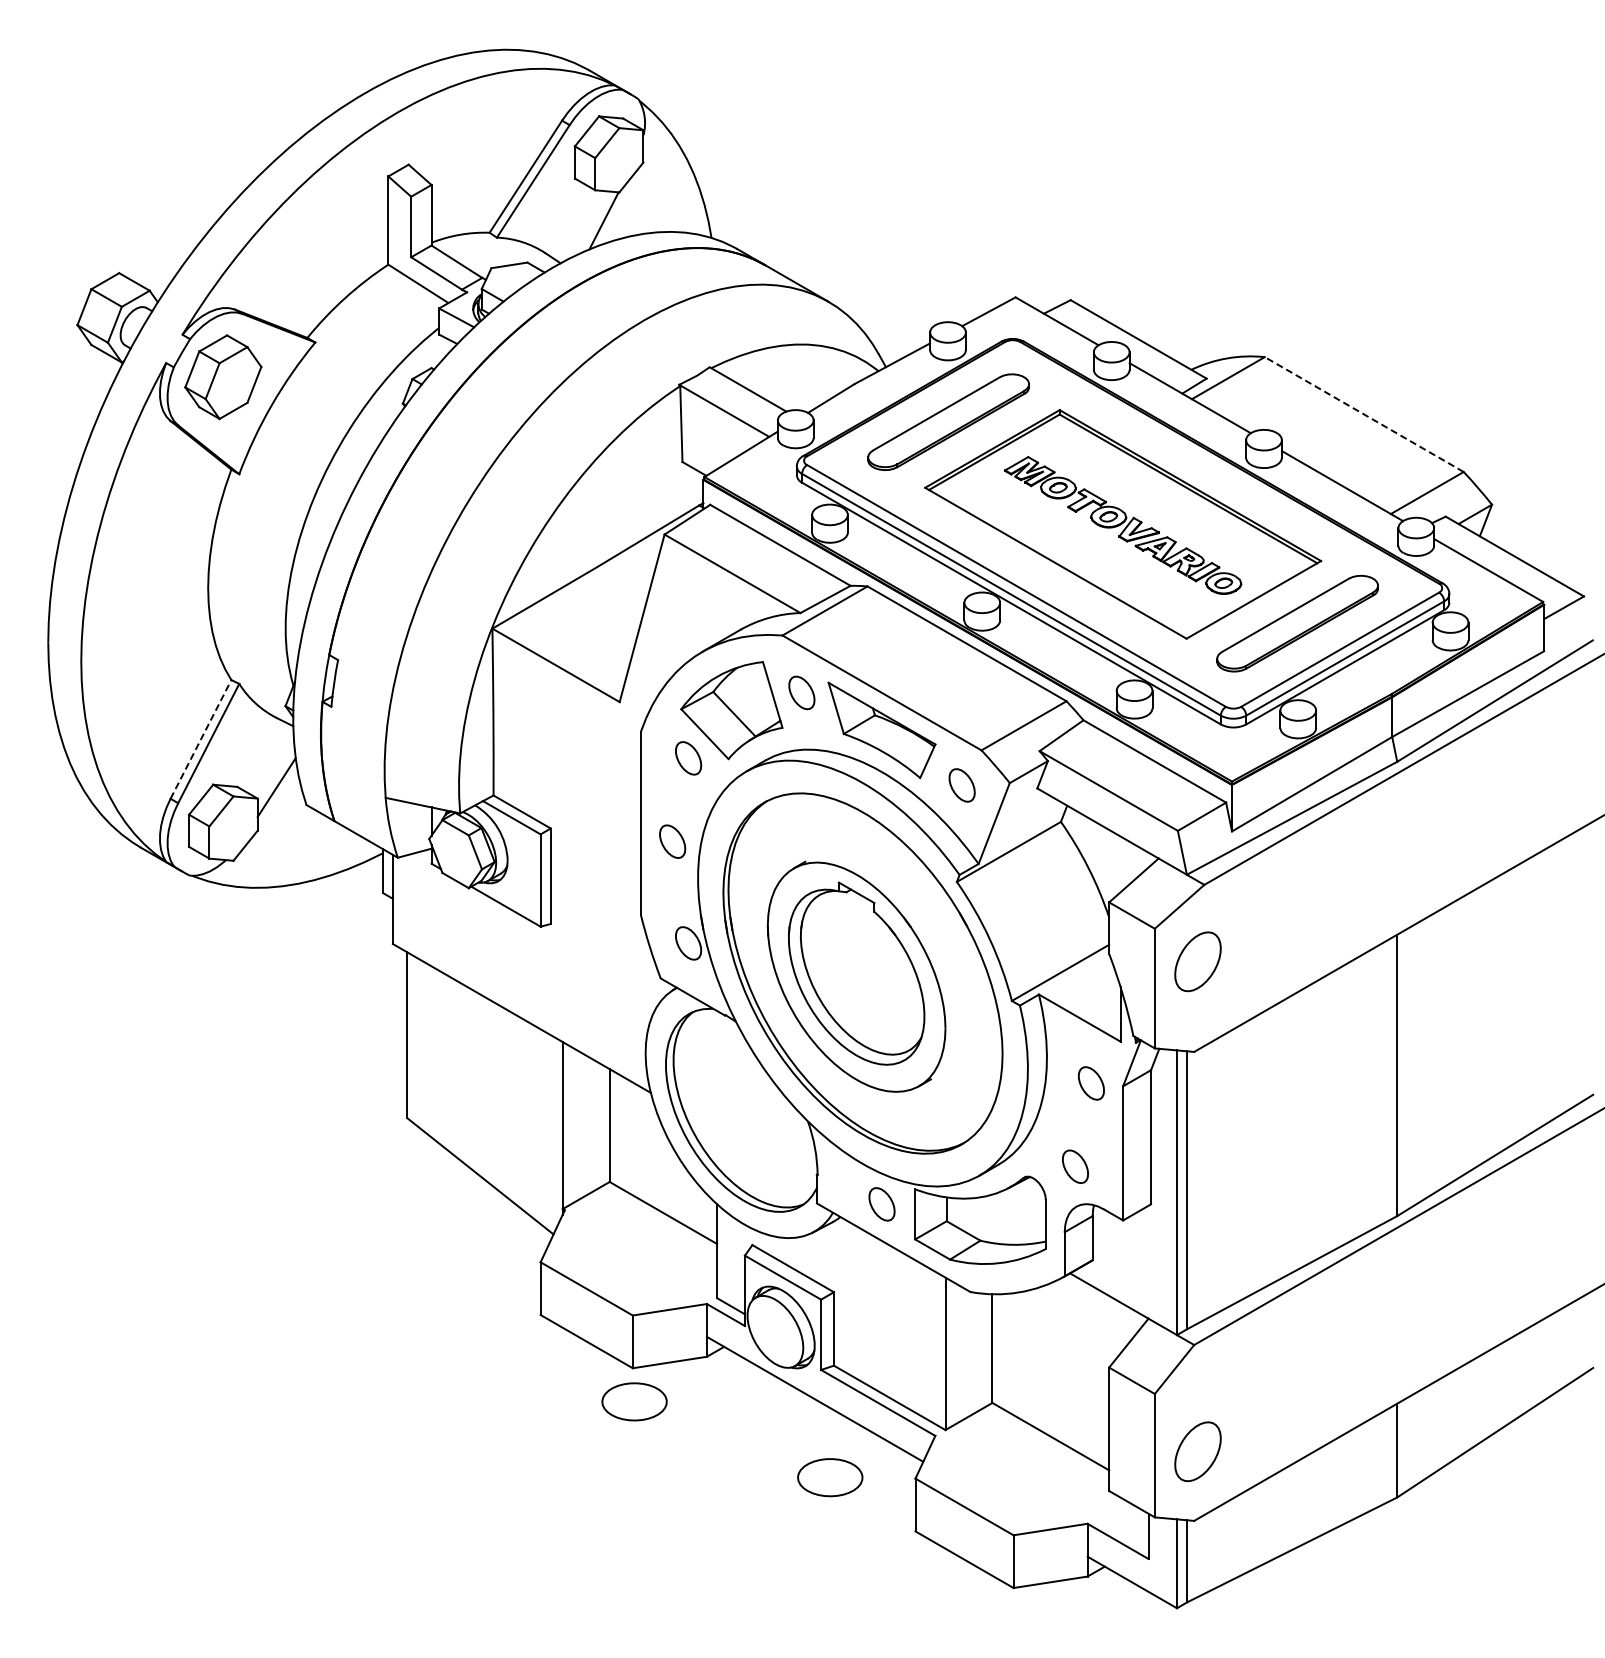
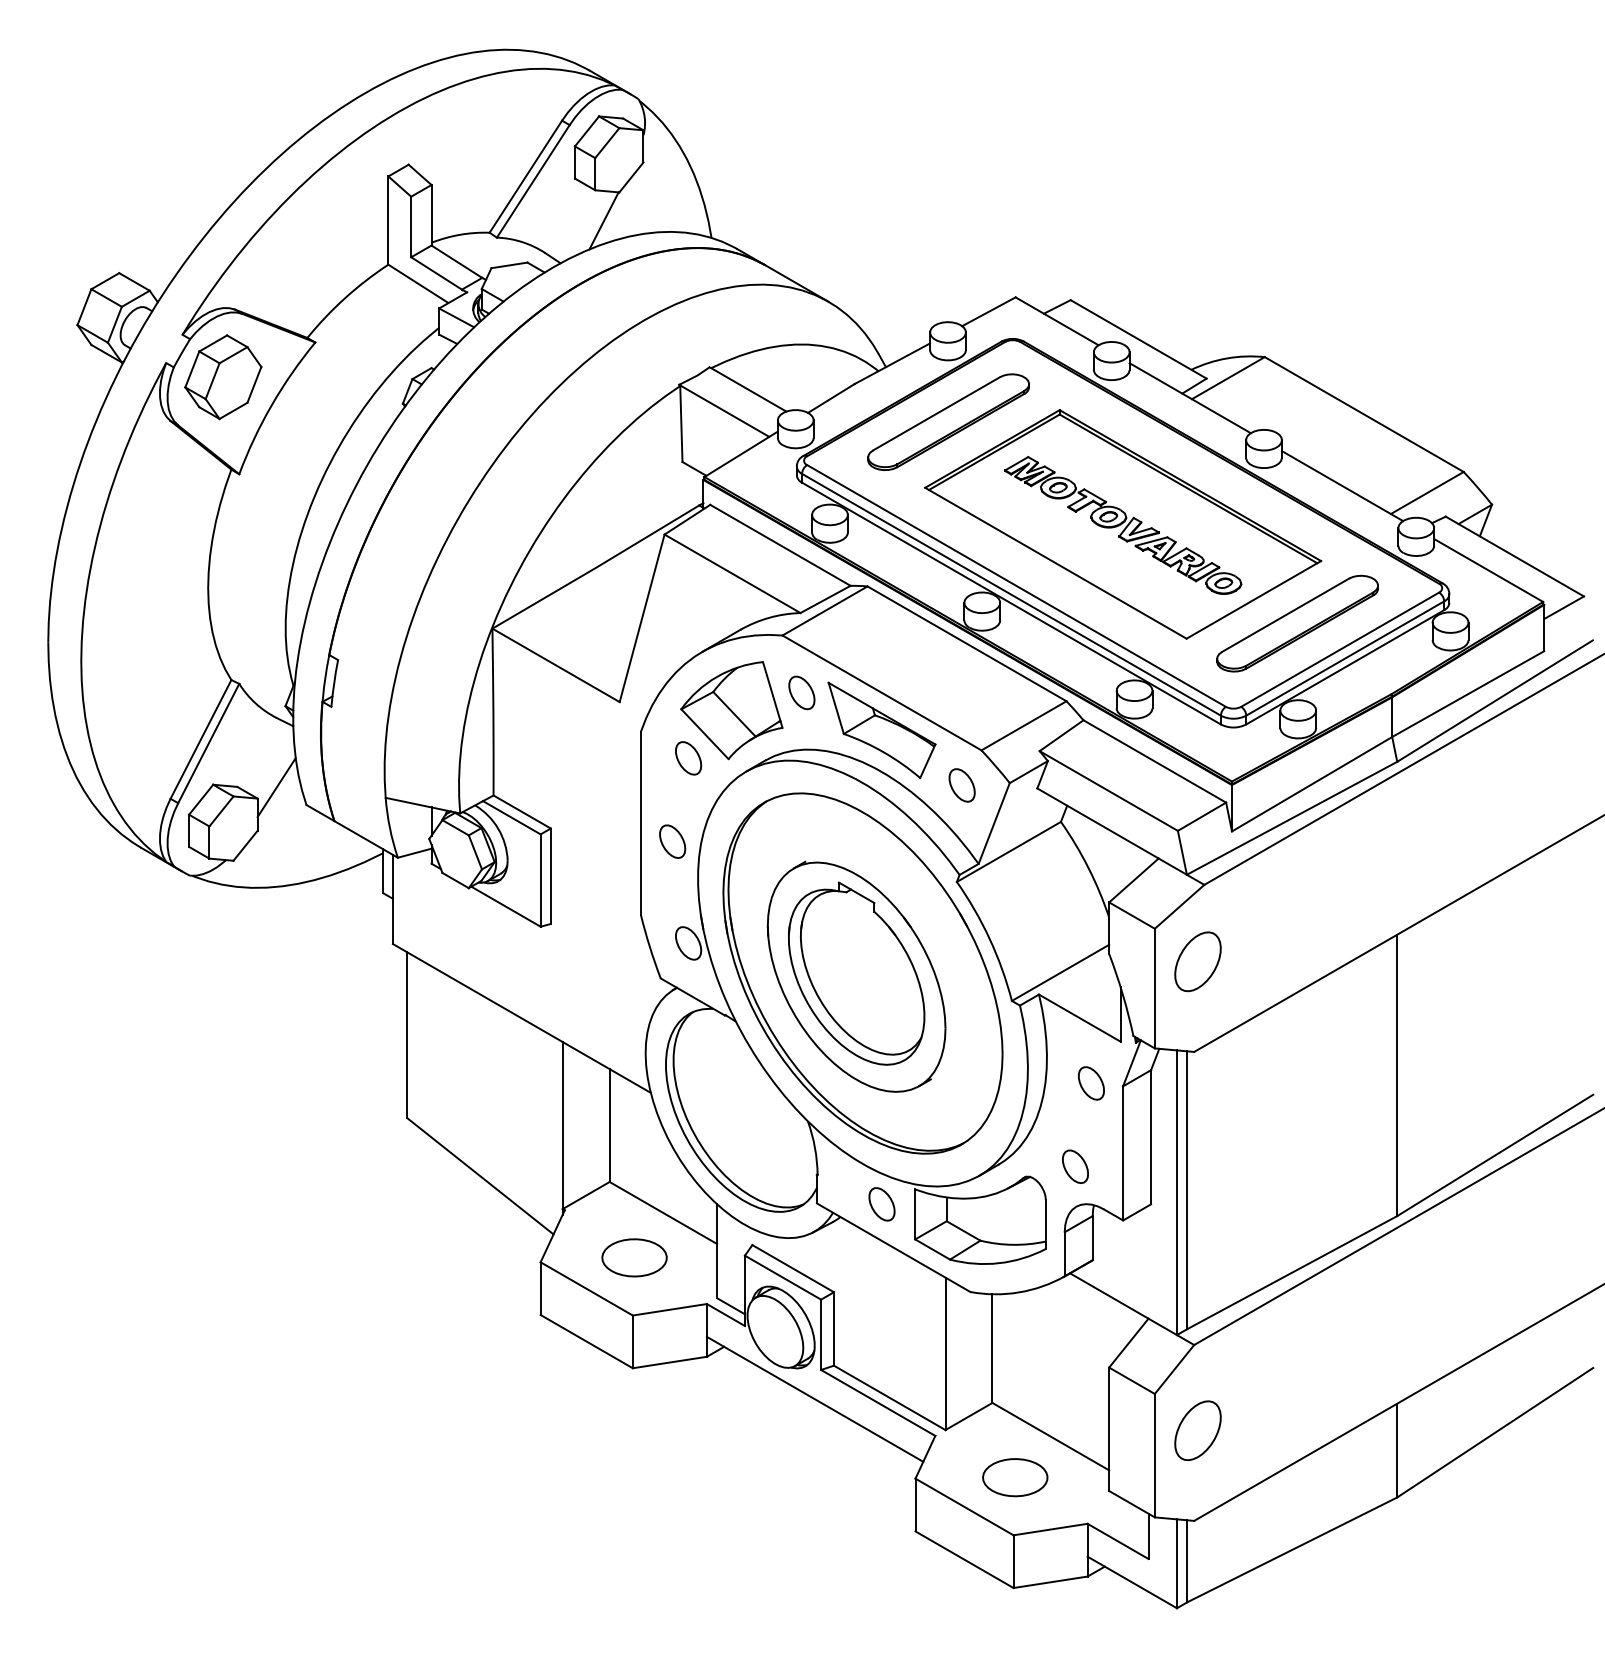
line at (1364, 414): dashed -> solid
line at (200, 739): dashed -> solid
part at (634, 1401) position: (634, 1401) -> (634, 1257)
part at (1197, 1451) position: (1197, 1451) -> (1197, 1430)
part at (830, 1477) position: (830, 1477) -> (1015, 1477)
